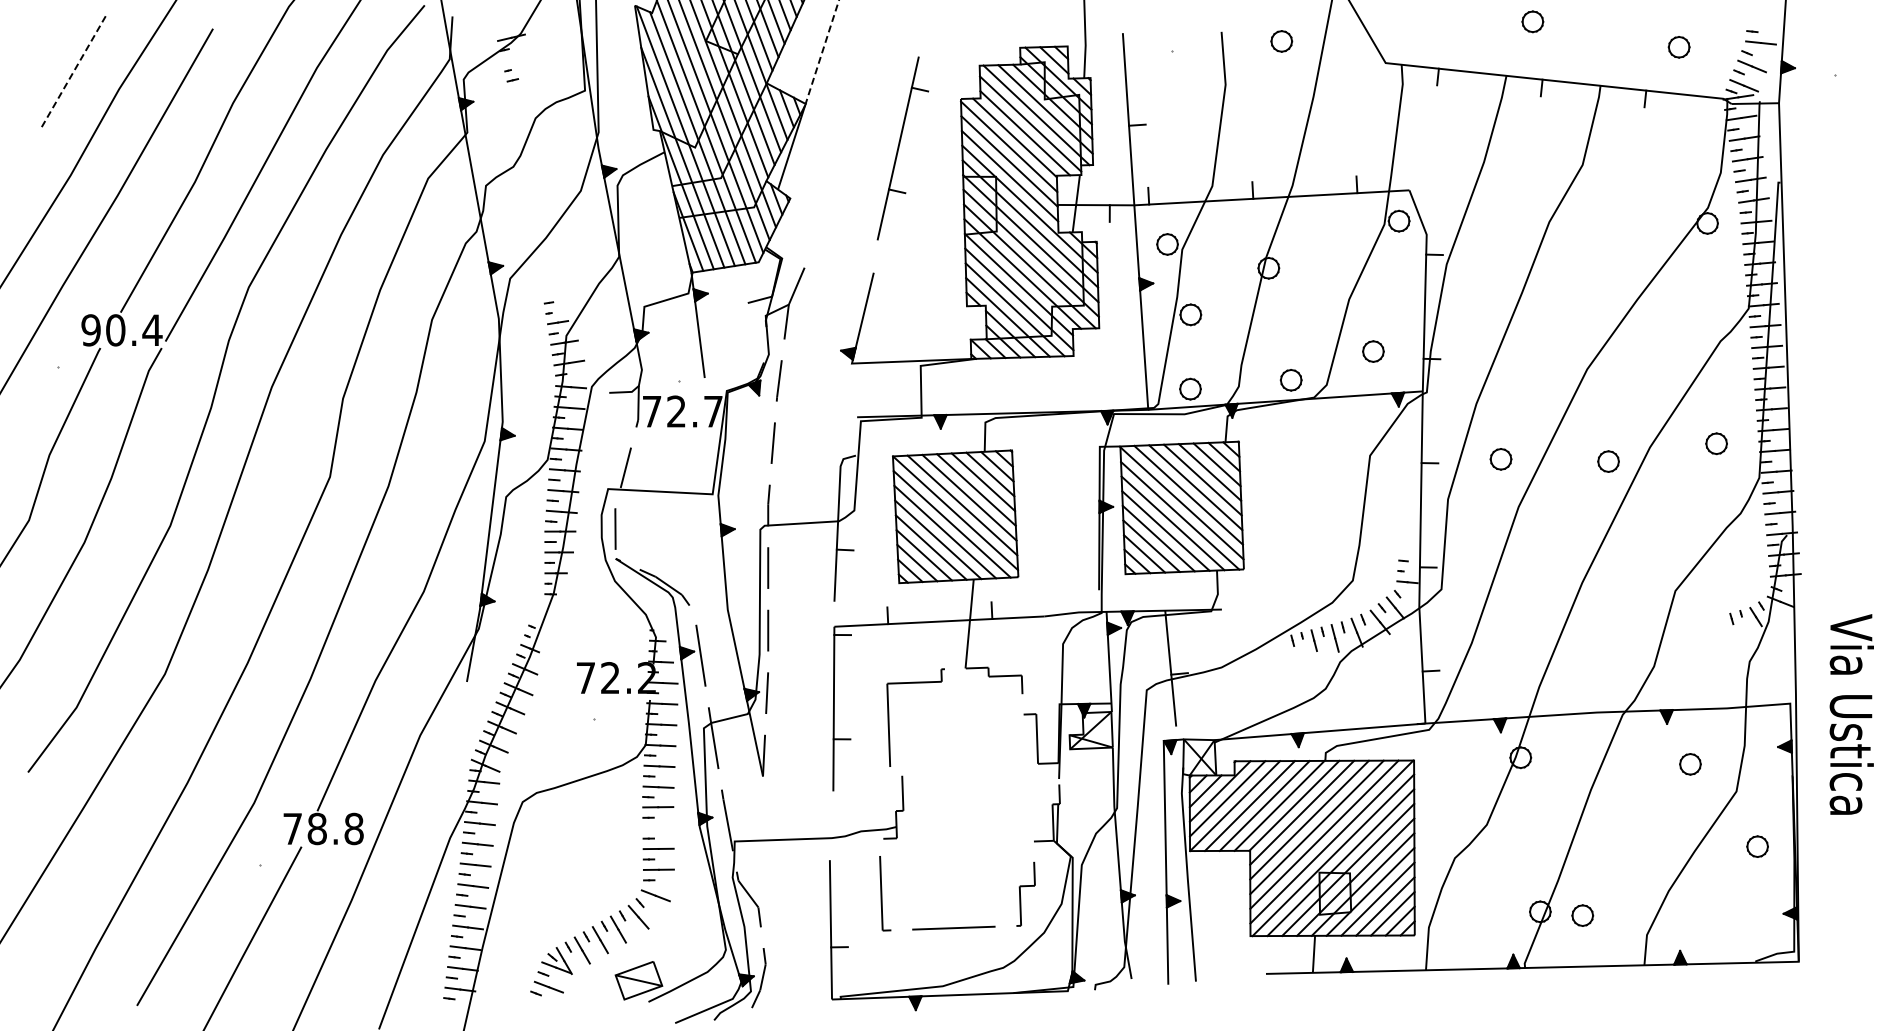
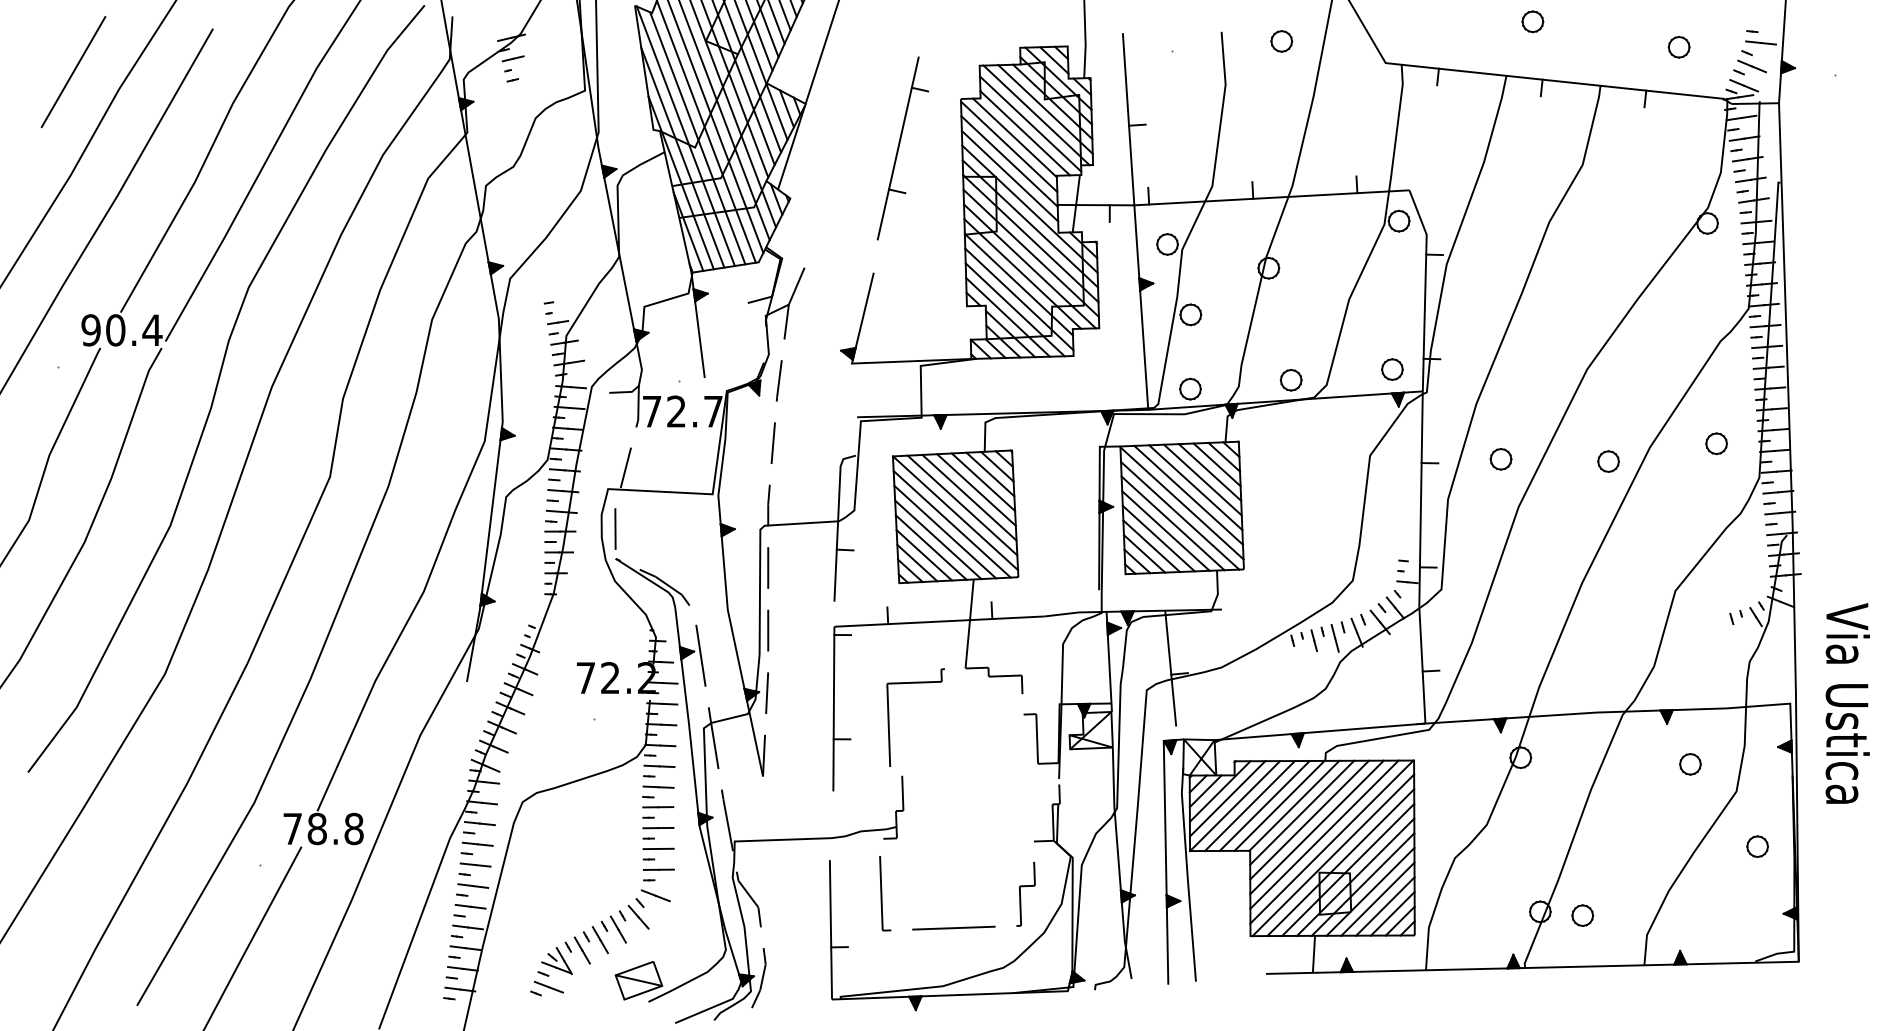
line at (822, 52): dashed -> solid
line at (512, 58): none -> present
line at (73, 72): dashed -> solid
part at (1373, 351) position: (1373, 351) -> (1392, 369)
text at (1851, 714) position: (1851, 714) -> (1847, 703)
line at (658, 828): none -> present
